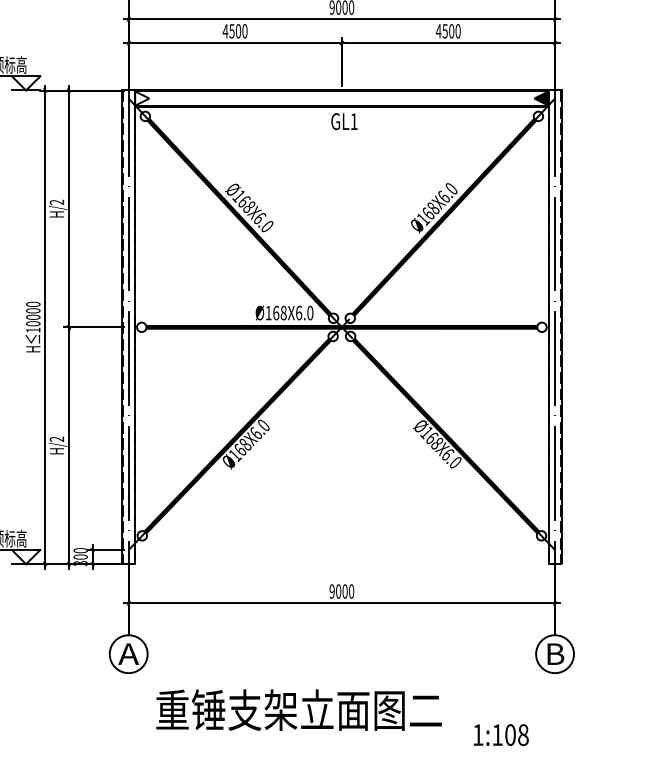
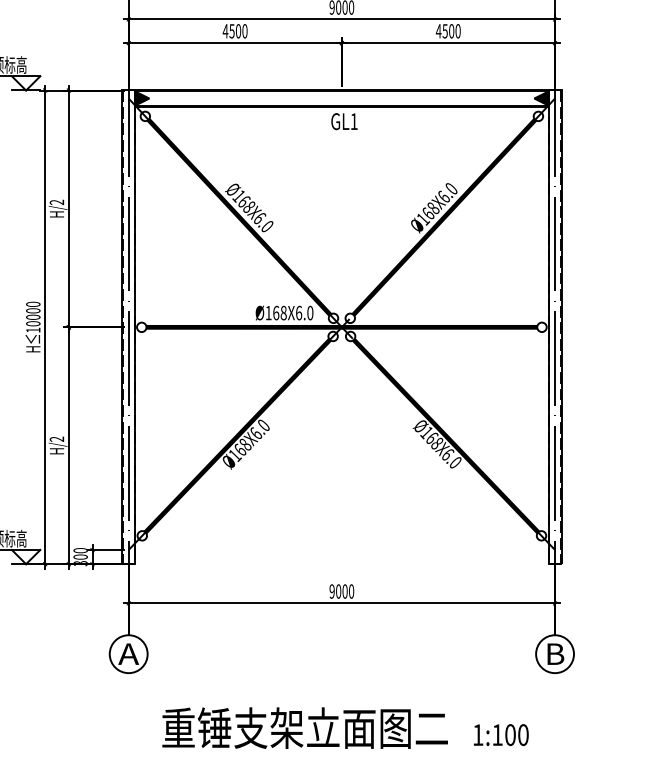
fill at (142, 98): none -> present
text at (298, 709) position: (298, 709) -> (304, 727)
text at (523, 734): 1:108 -> 1:100
